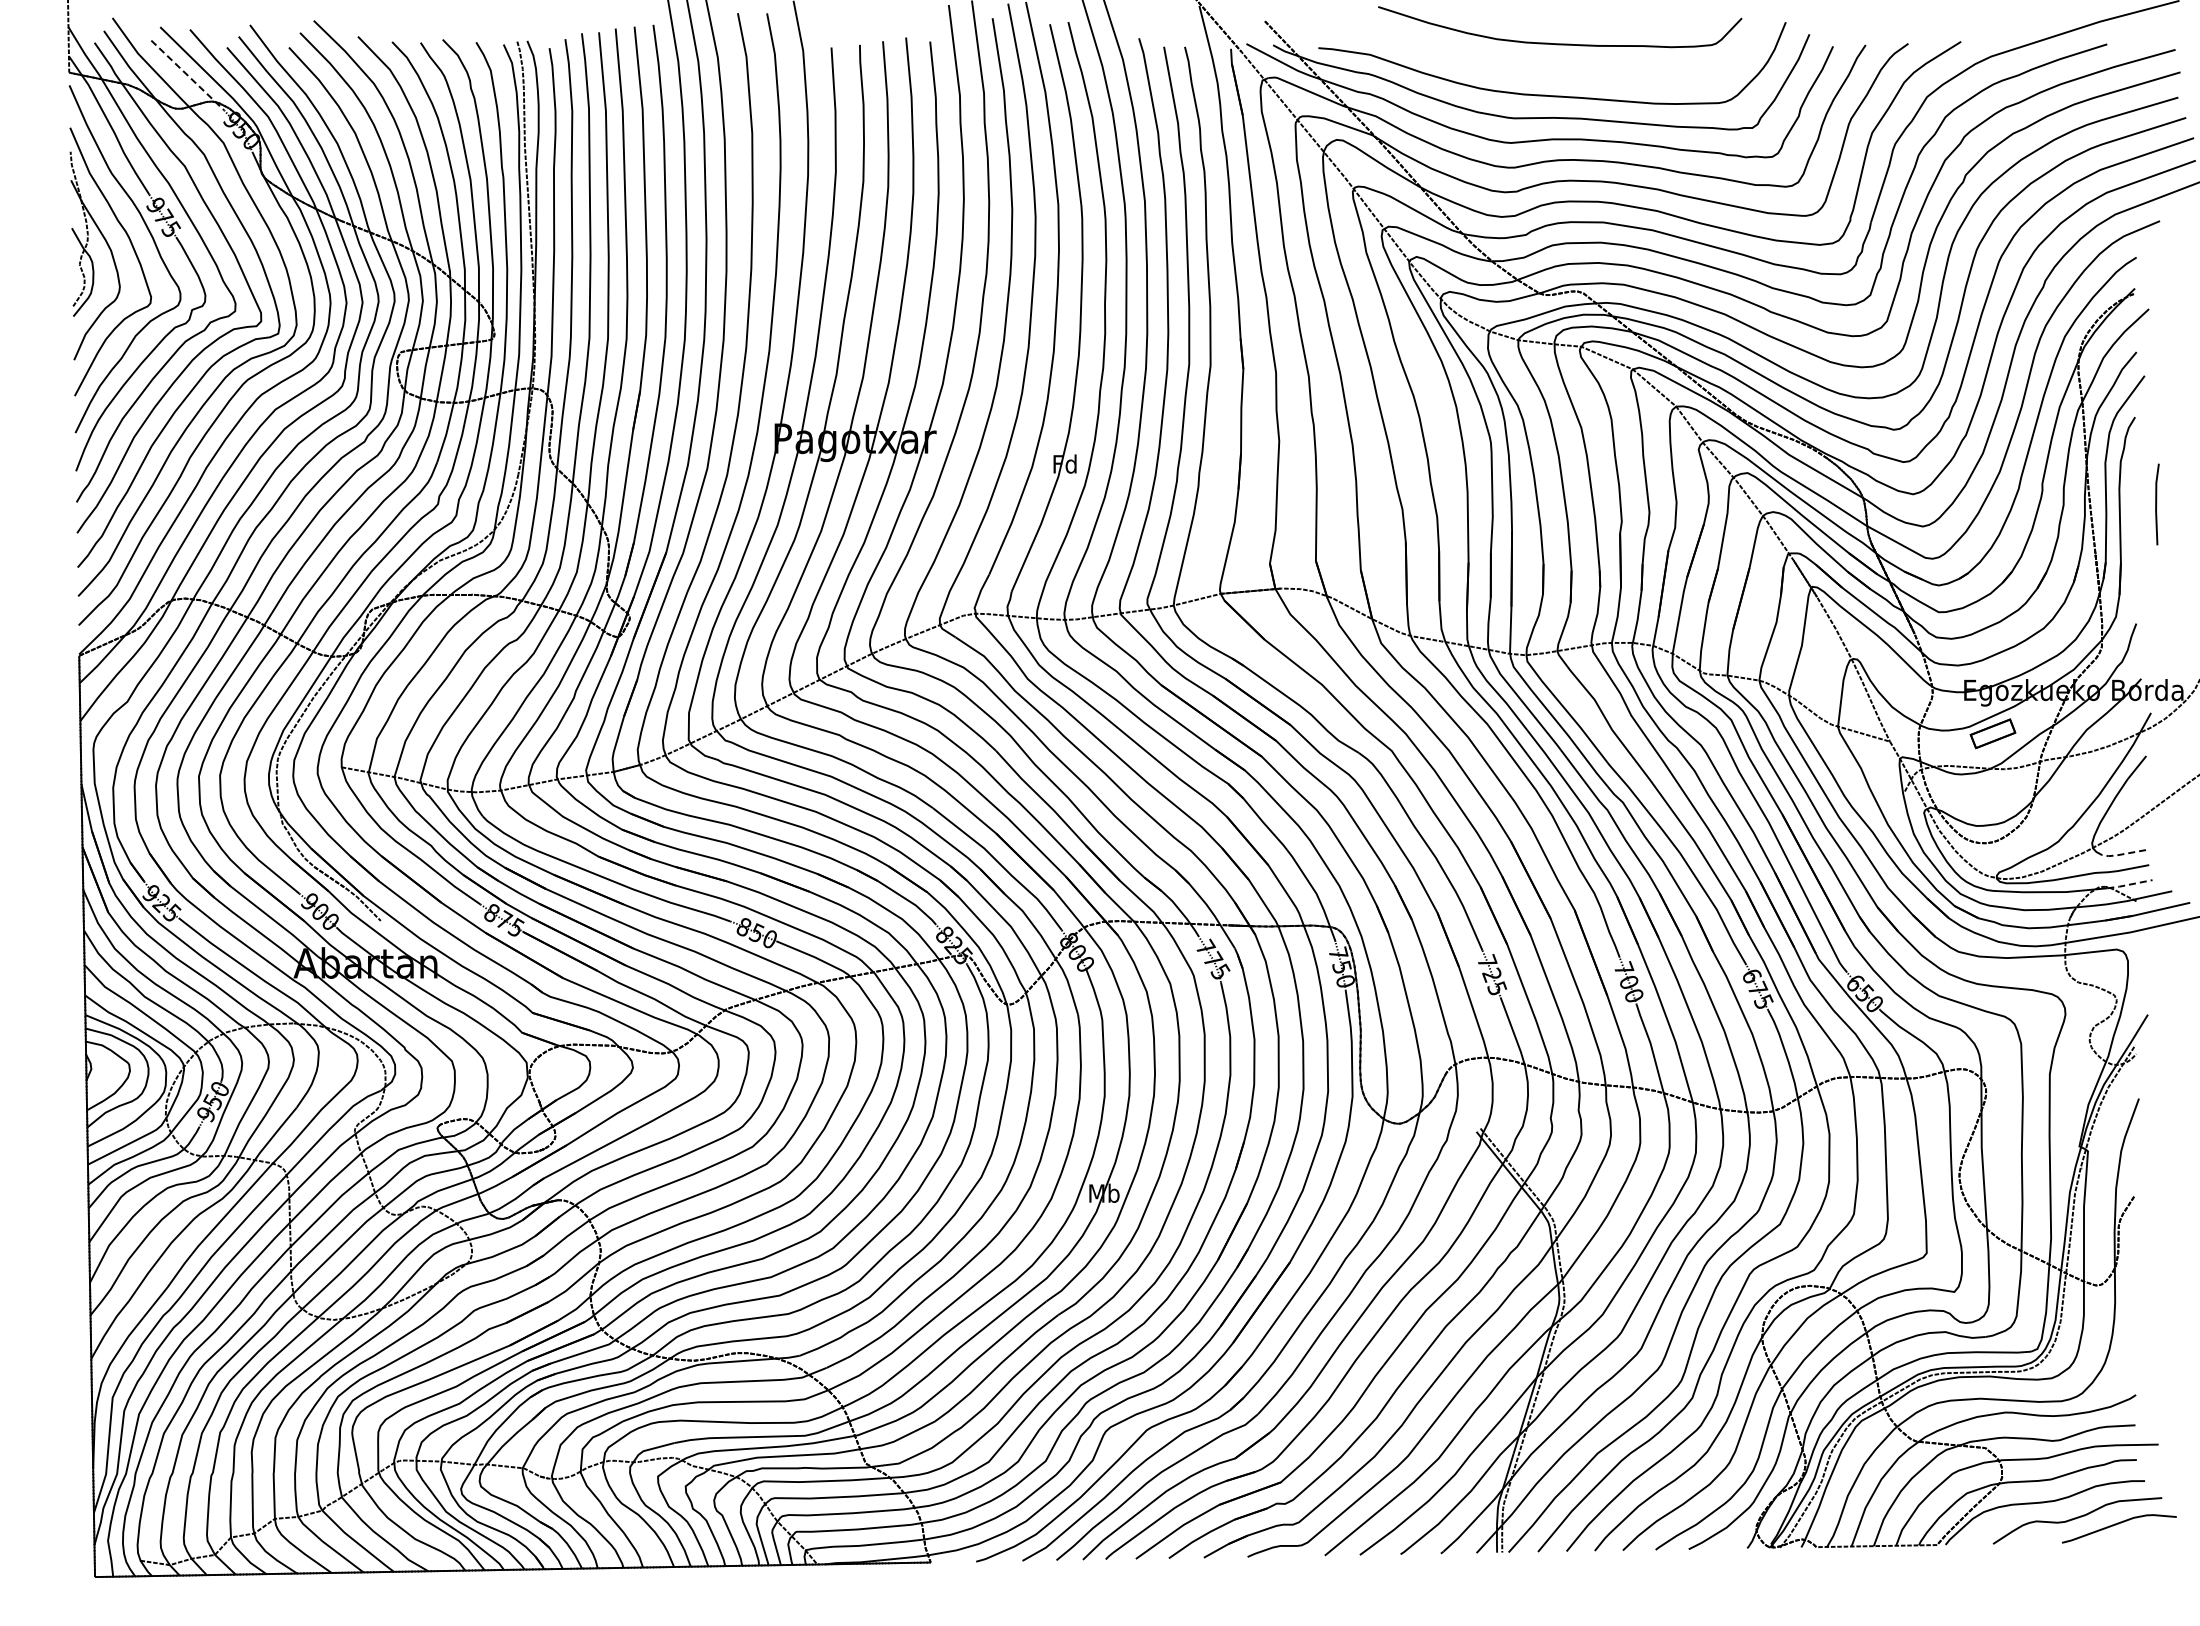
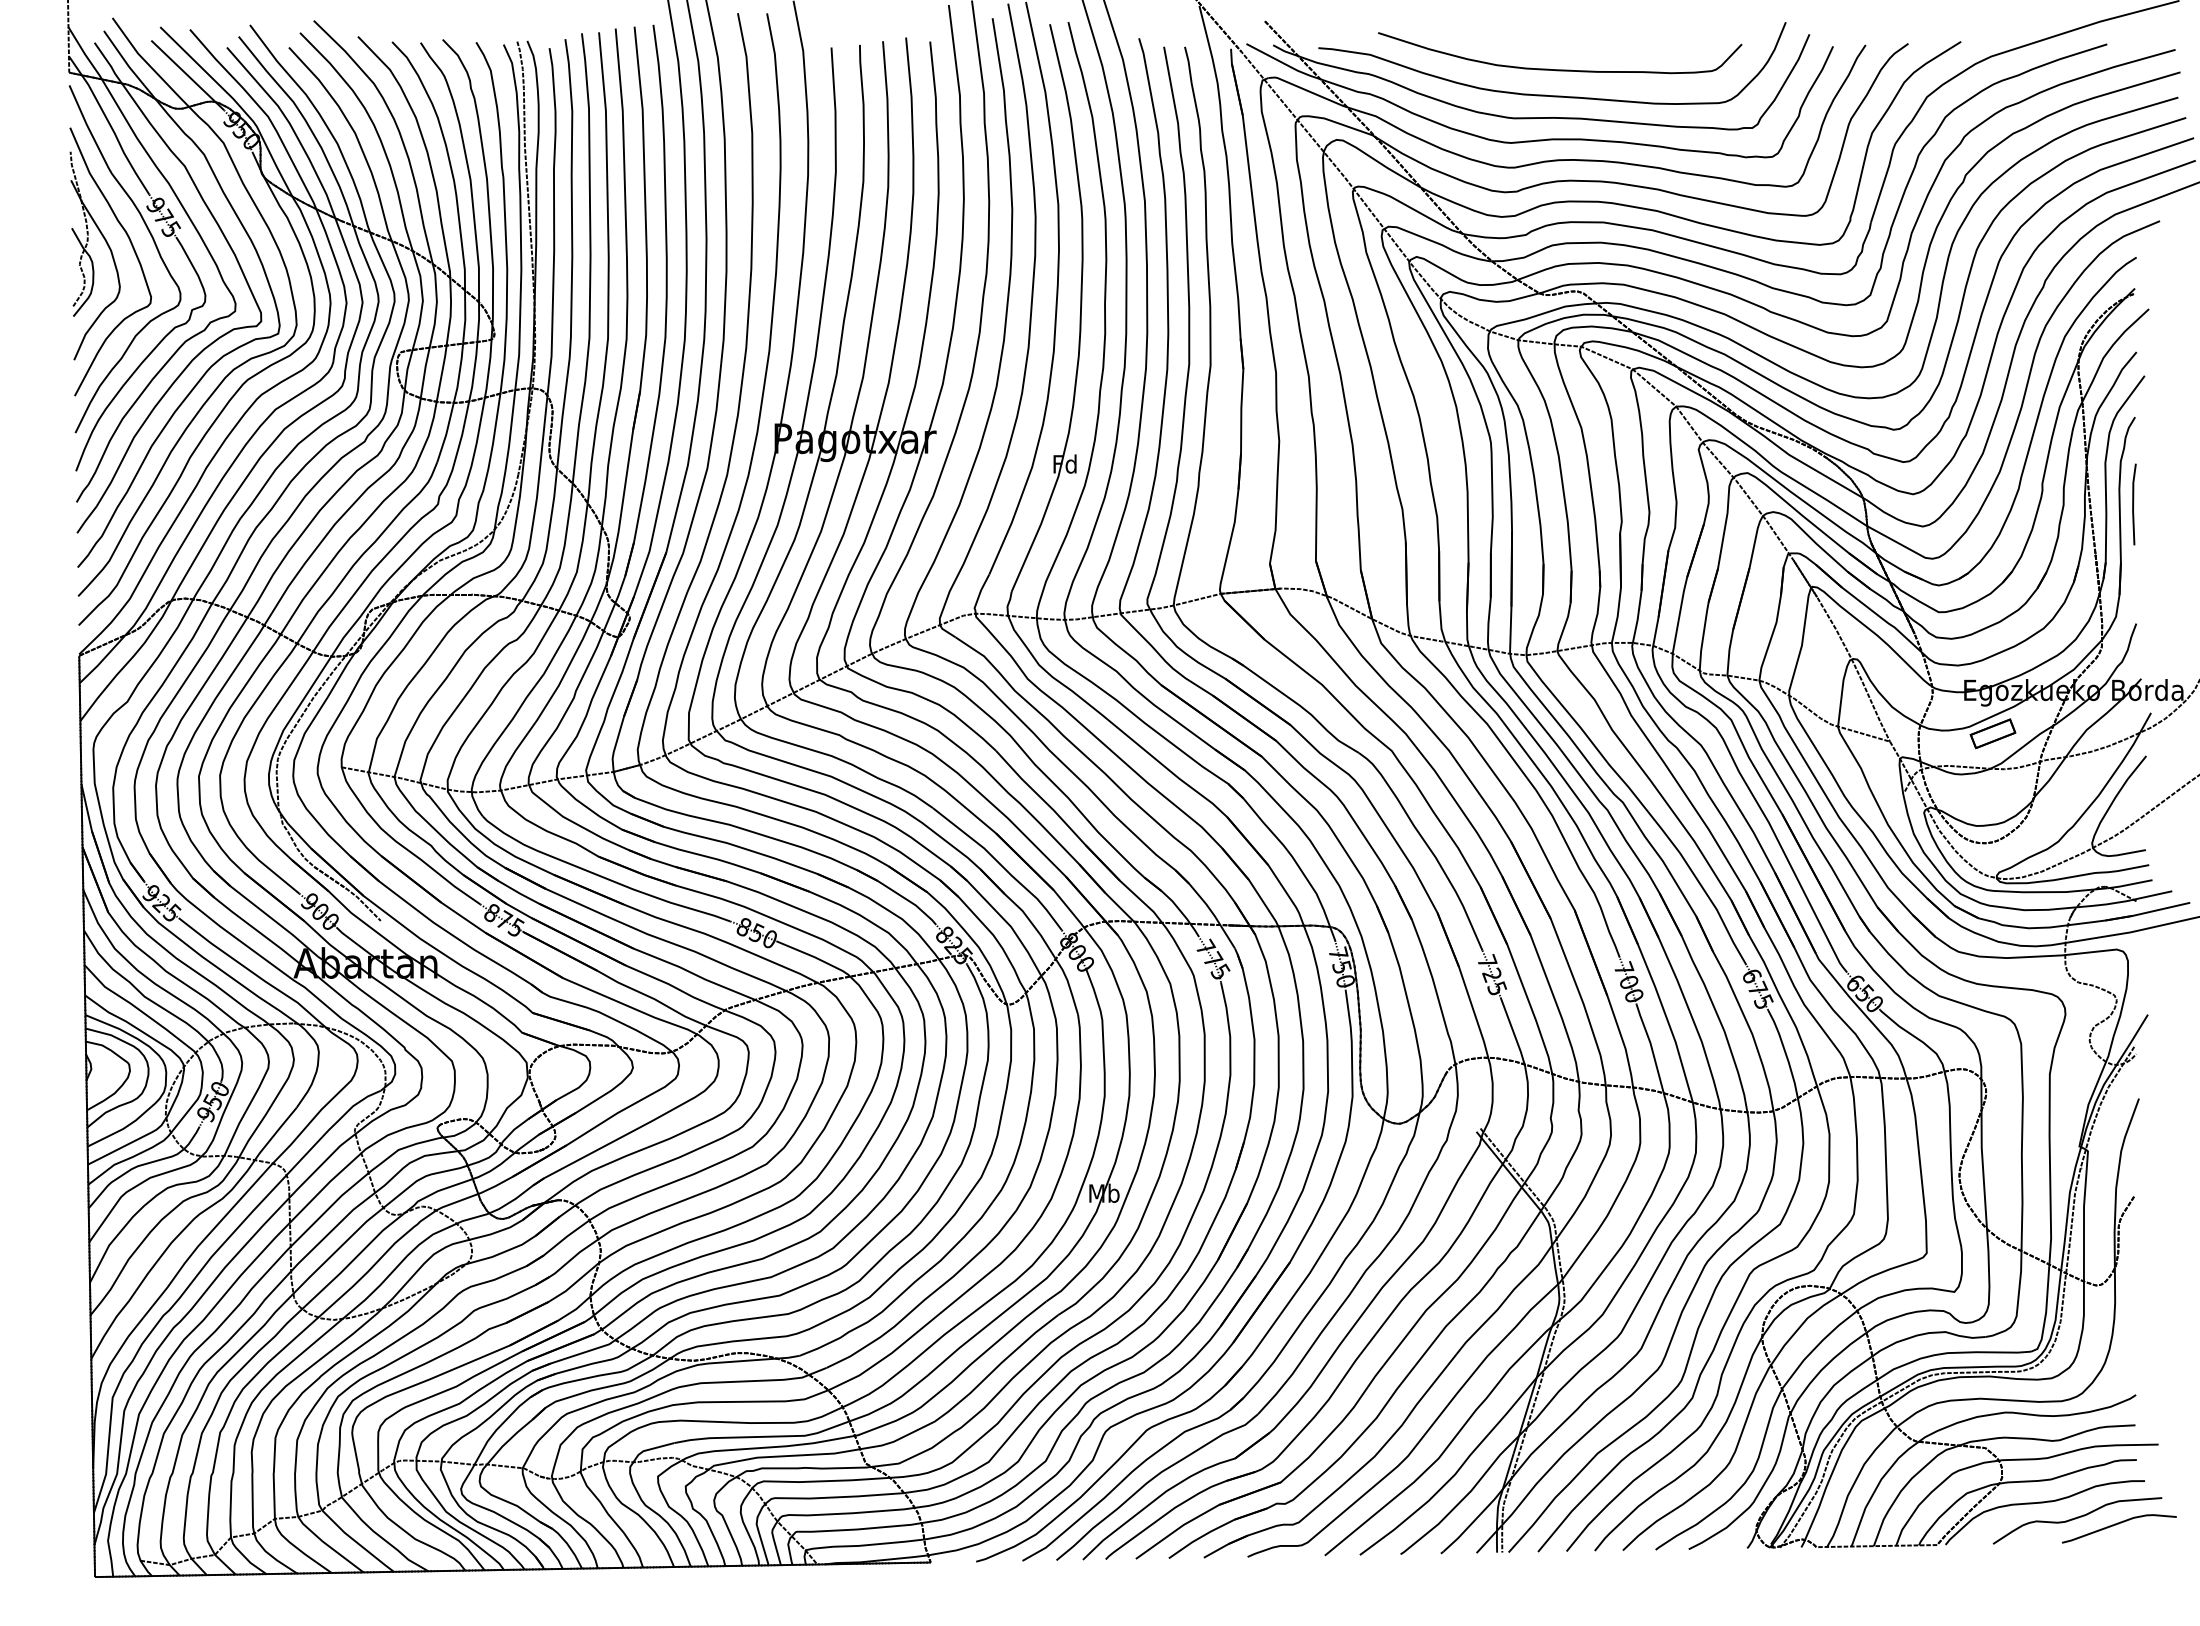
curve at (1560, 43) position: (1560, 43) -> (1560, 69)
line at (188, 75): dashed -> solid
line at (2157, 504) position: (2157, 504) -> (2134, 504)
line at (2122, 854): dashed -> solid
line at (2129, 884): dashed -> solid
